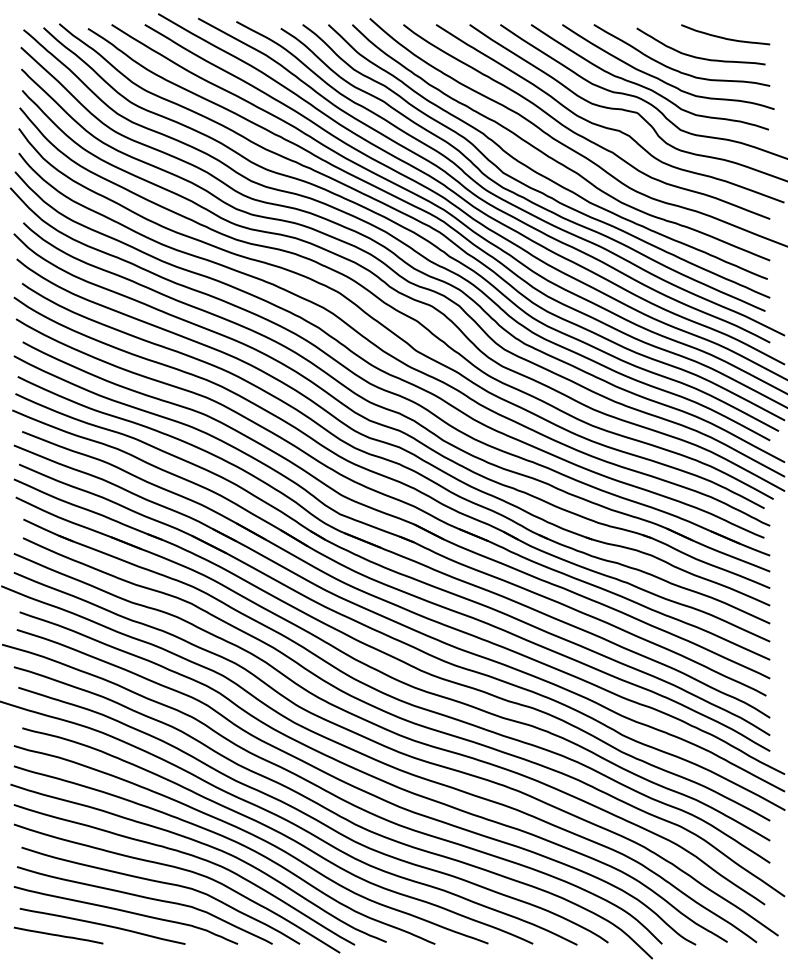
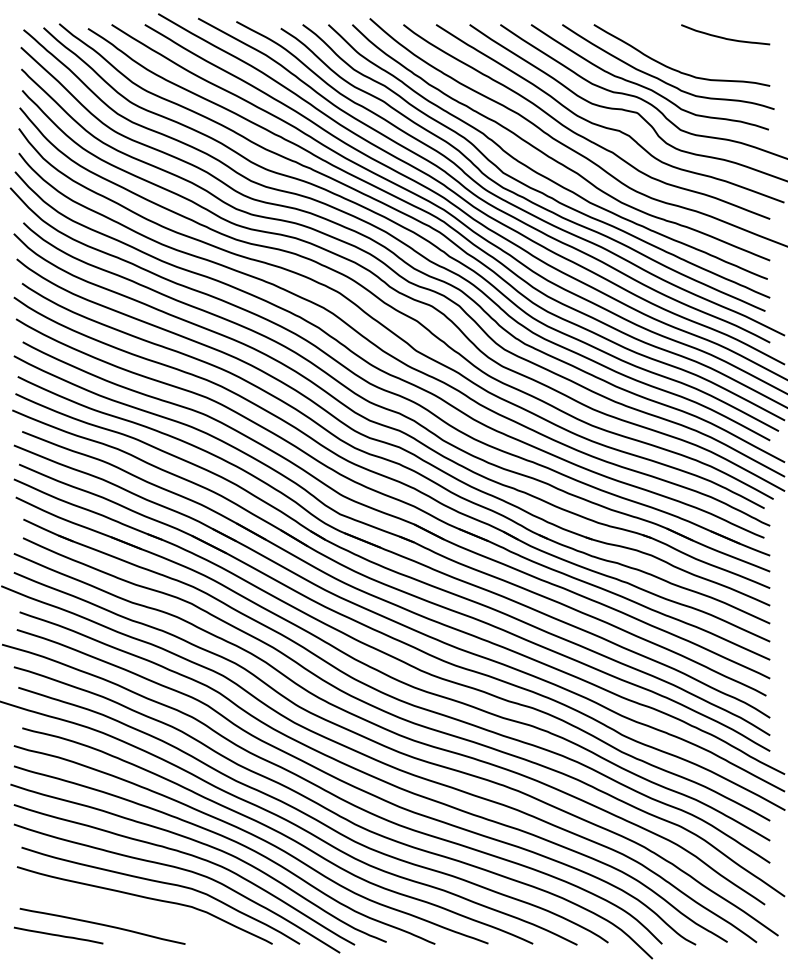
curve at (697, 56): present -> none
curve at (125, 912): present -> none
